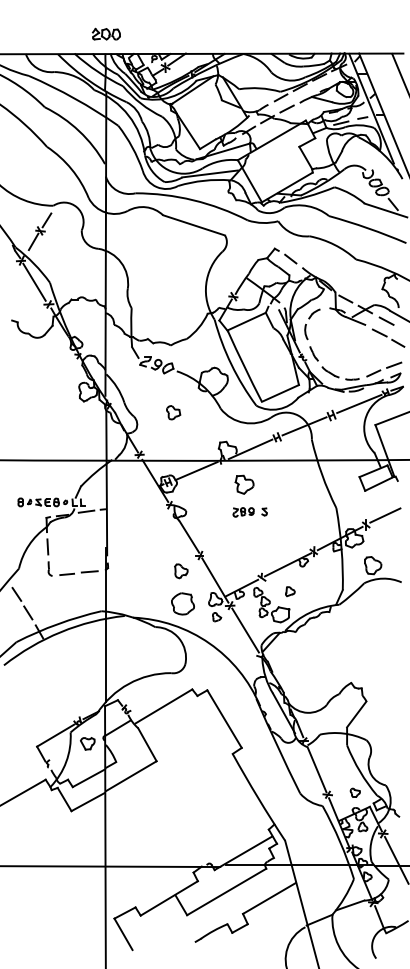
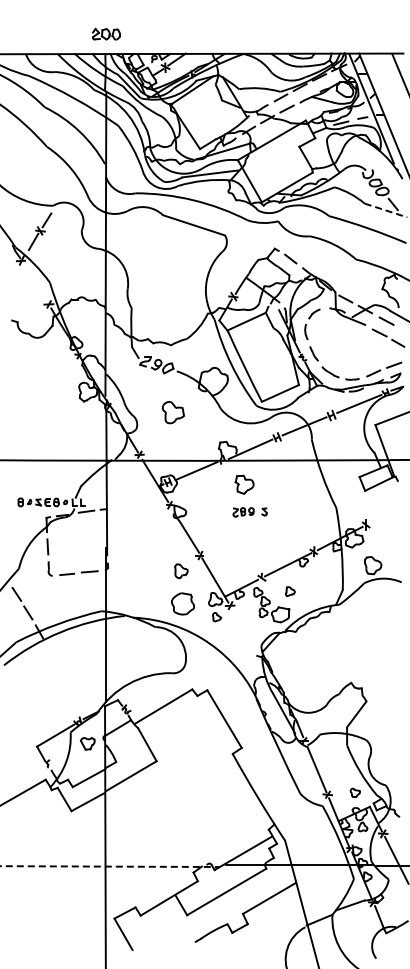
line at (386, 210): solid -> dashed
line at (34, 281): present -> none
part at (173, 412) size: 16x16 px -> 24x24 px
line at (385, 515): present -> none
line at (245, 630): present -> none
line at (110, 866): solid -> dashed
